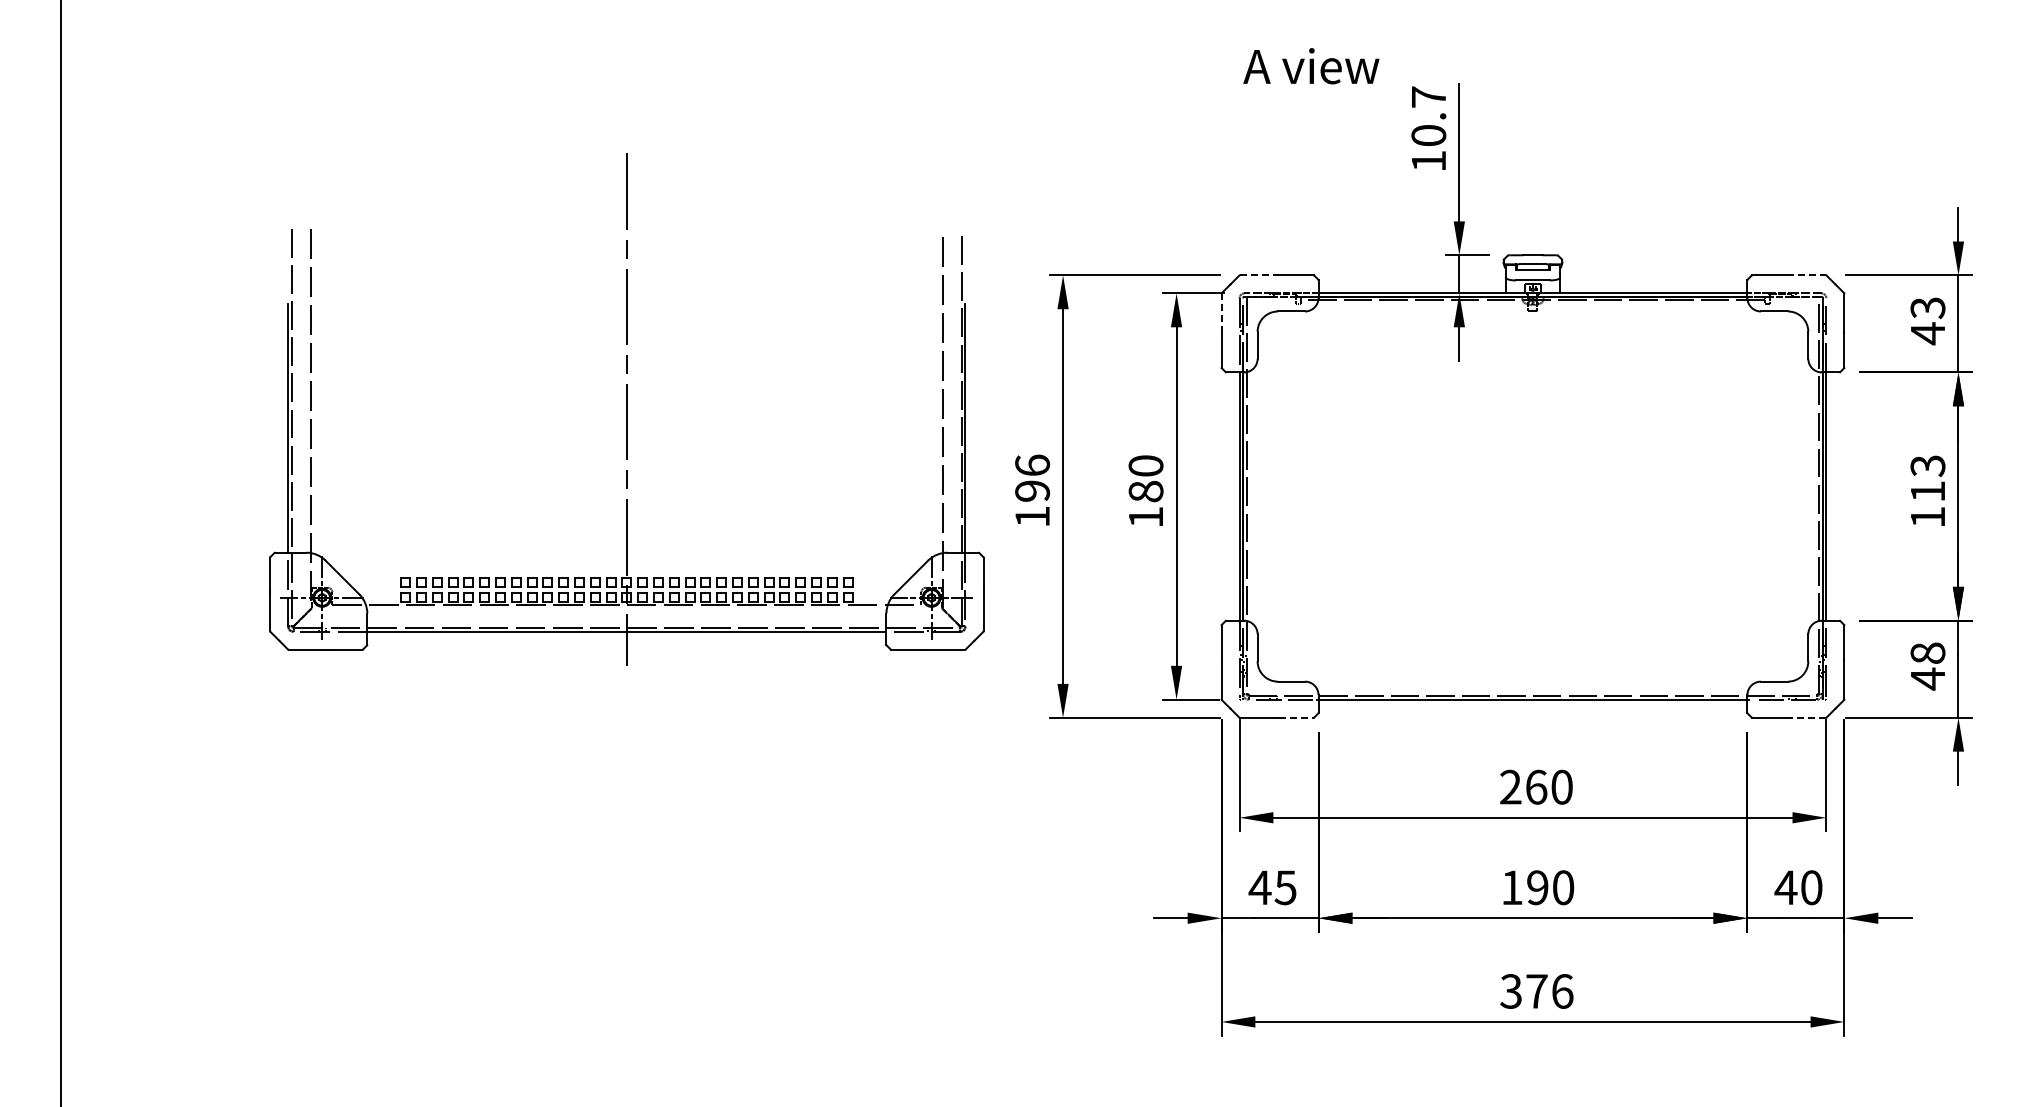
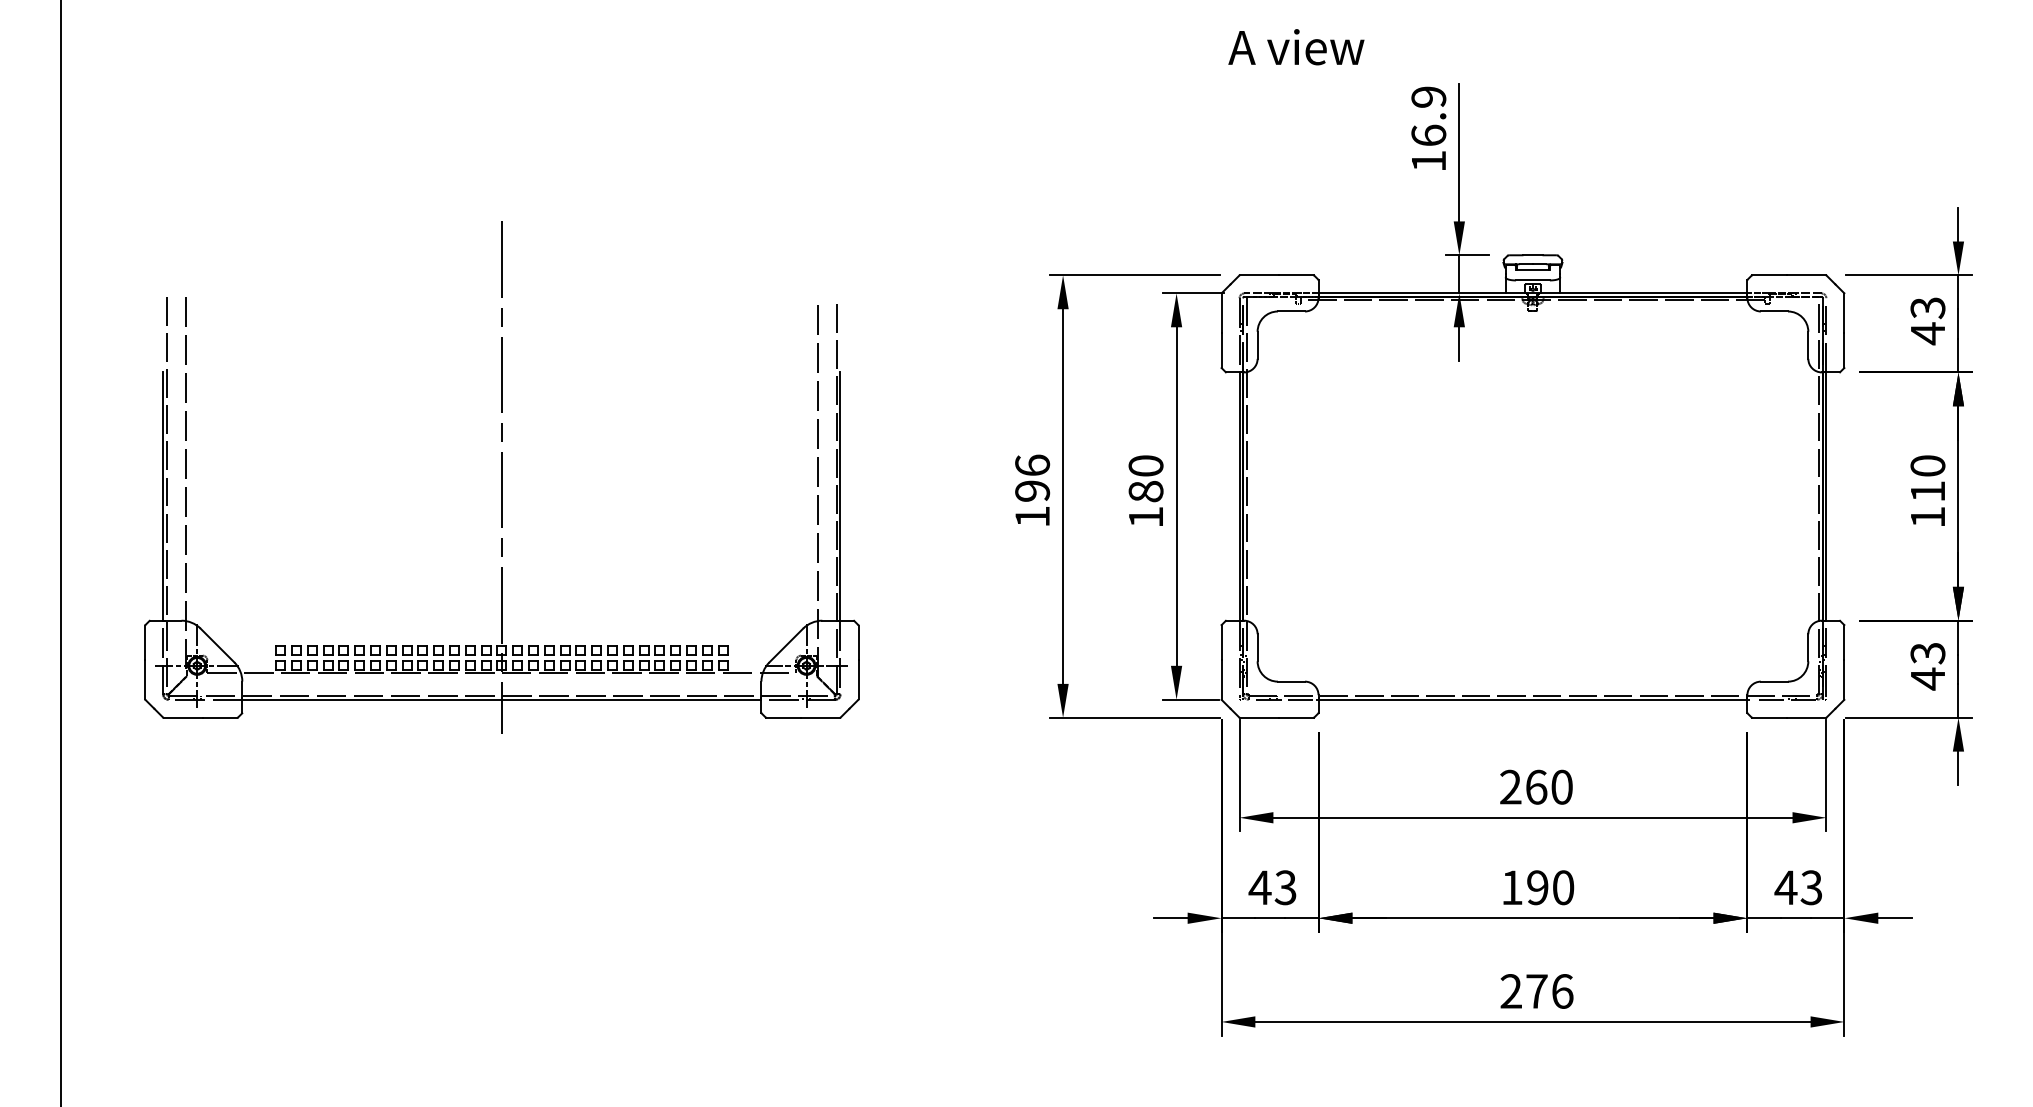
text at (1311, 66) position: (1311, 66) -> (1296, 47)
text at (1428, 115): 10.7 -> 16.9
line at (1259, 275): dashed -> solid
line at (1806, 275): dashed -> solid
line at (1221, 313): dashed -> solid
part at (626, 409) position: (626, 409) -> (501, 477)
text at (1927, 466): 113 -> 110
text at (1927, 653): 48 -> 43
line at (1296, 717): dashed -> solid
line at (1806, 717): dashed -> solid
text at (1285, 887): 45 -> 43
text at (1811, 887): 40 -> 43
text at (1510, 991): 376 -> 276
